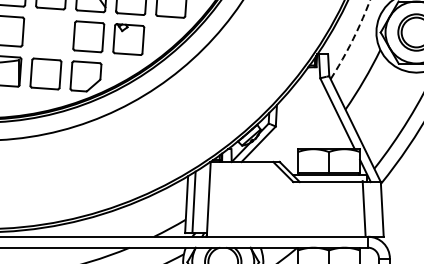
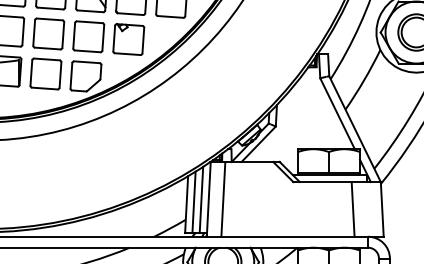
part at (48, 33): none -> present
arc at (352, 39): dashed -> solid
line at (201, 199): none -> present
line at (223, 199): none -> present
line at (363, 208) position: (363, 208) -> (352, 209)
